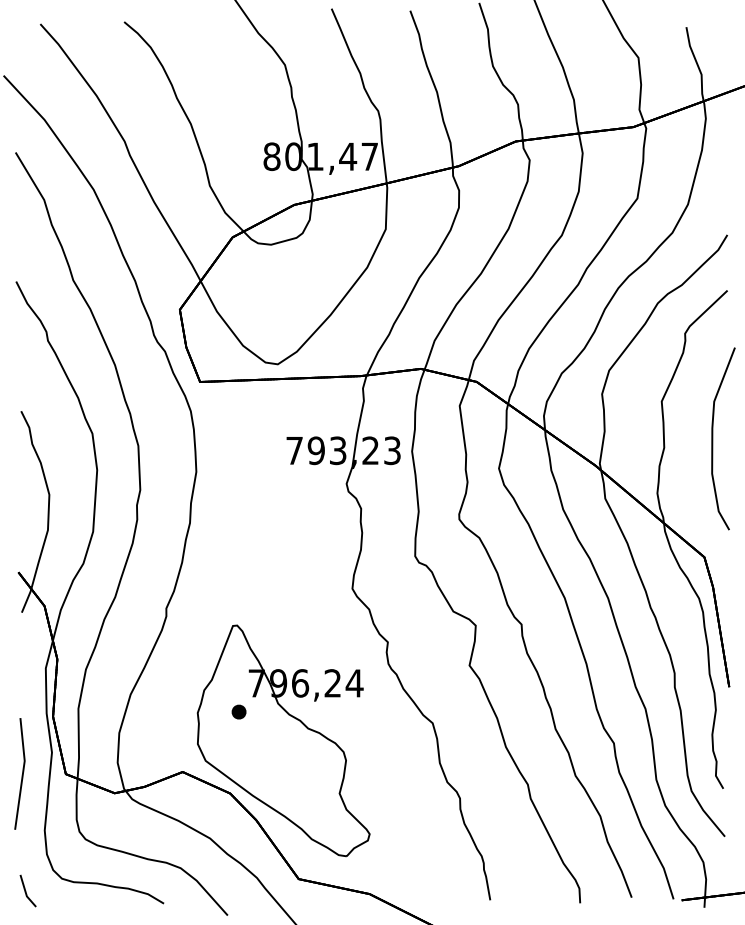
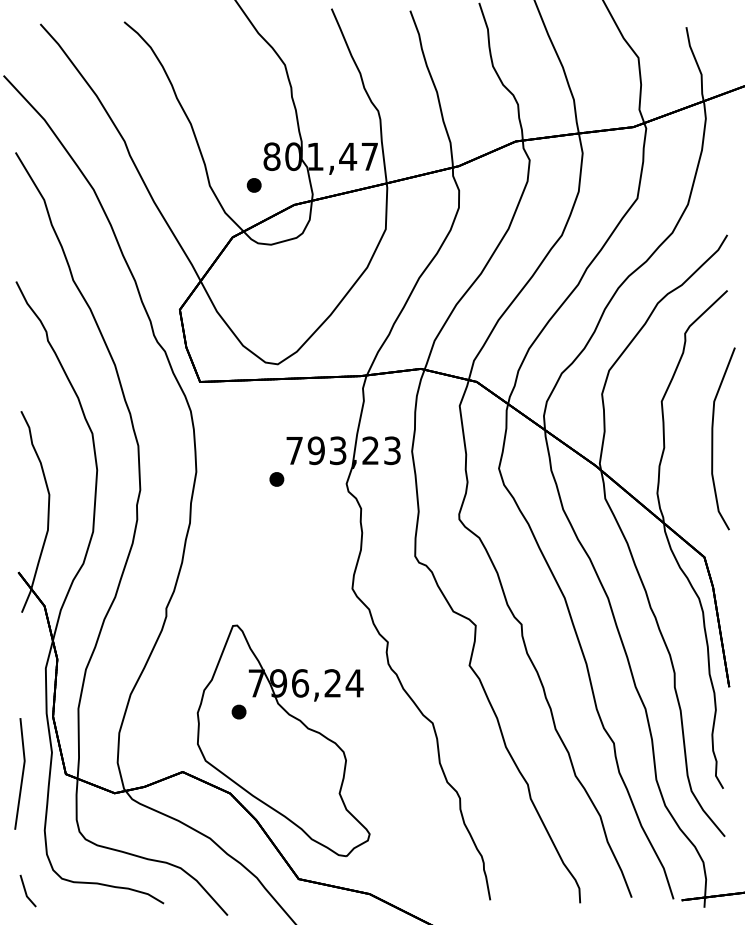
part at (253, 185): none -> present
part at (276, 479): none -> present
